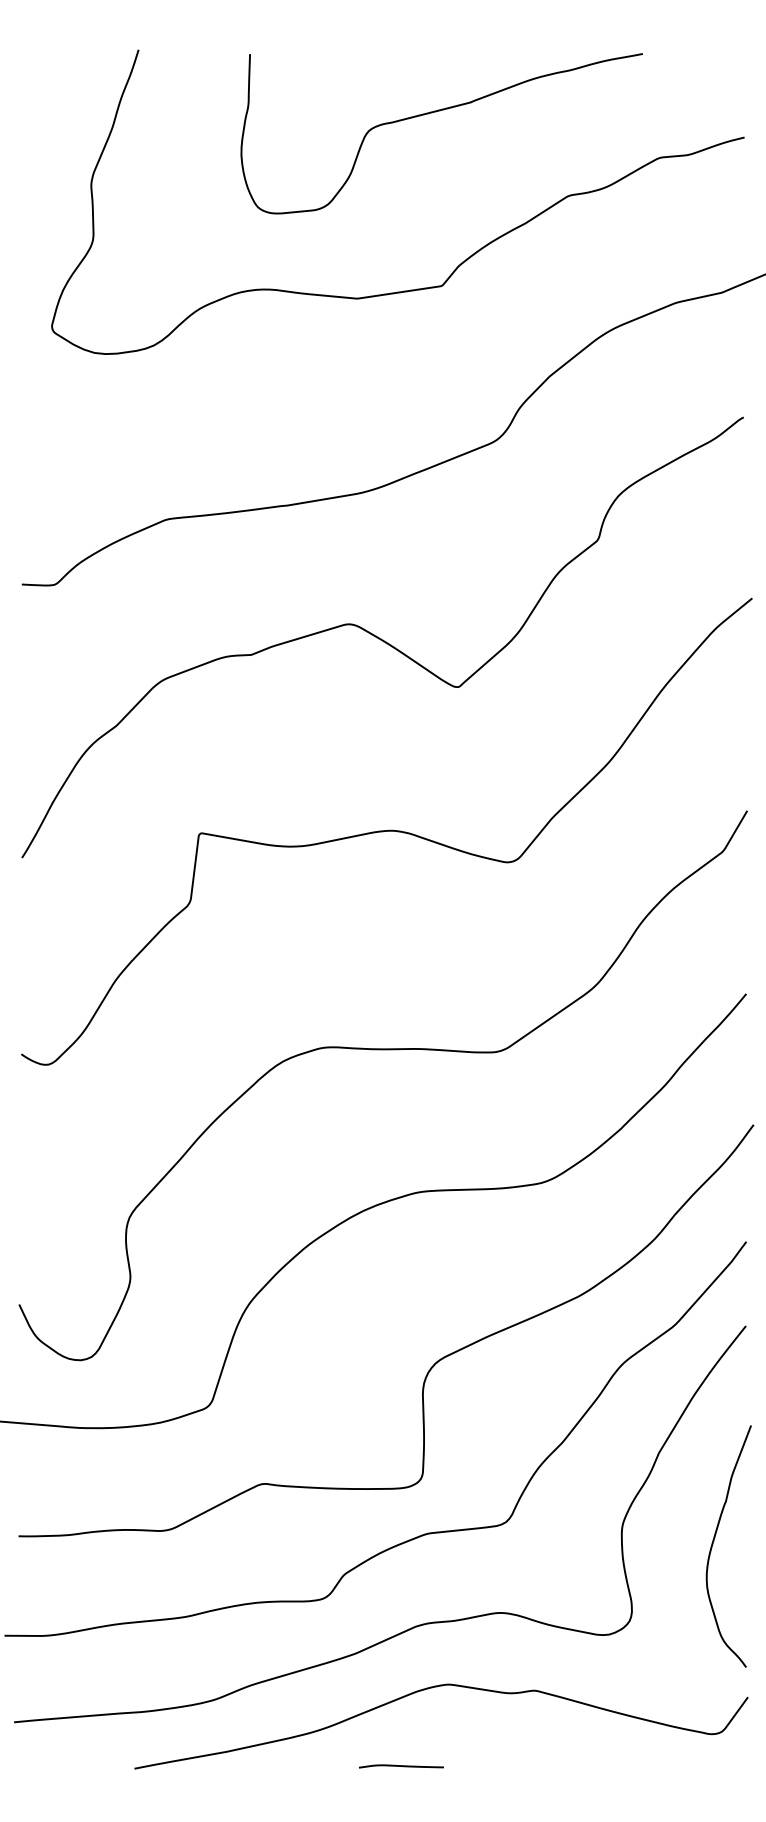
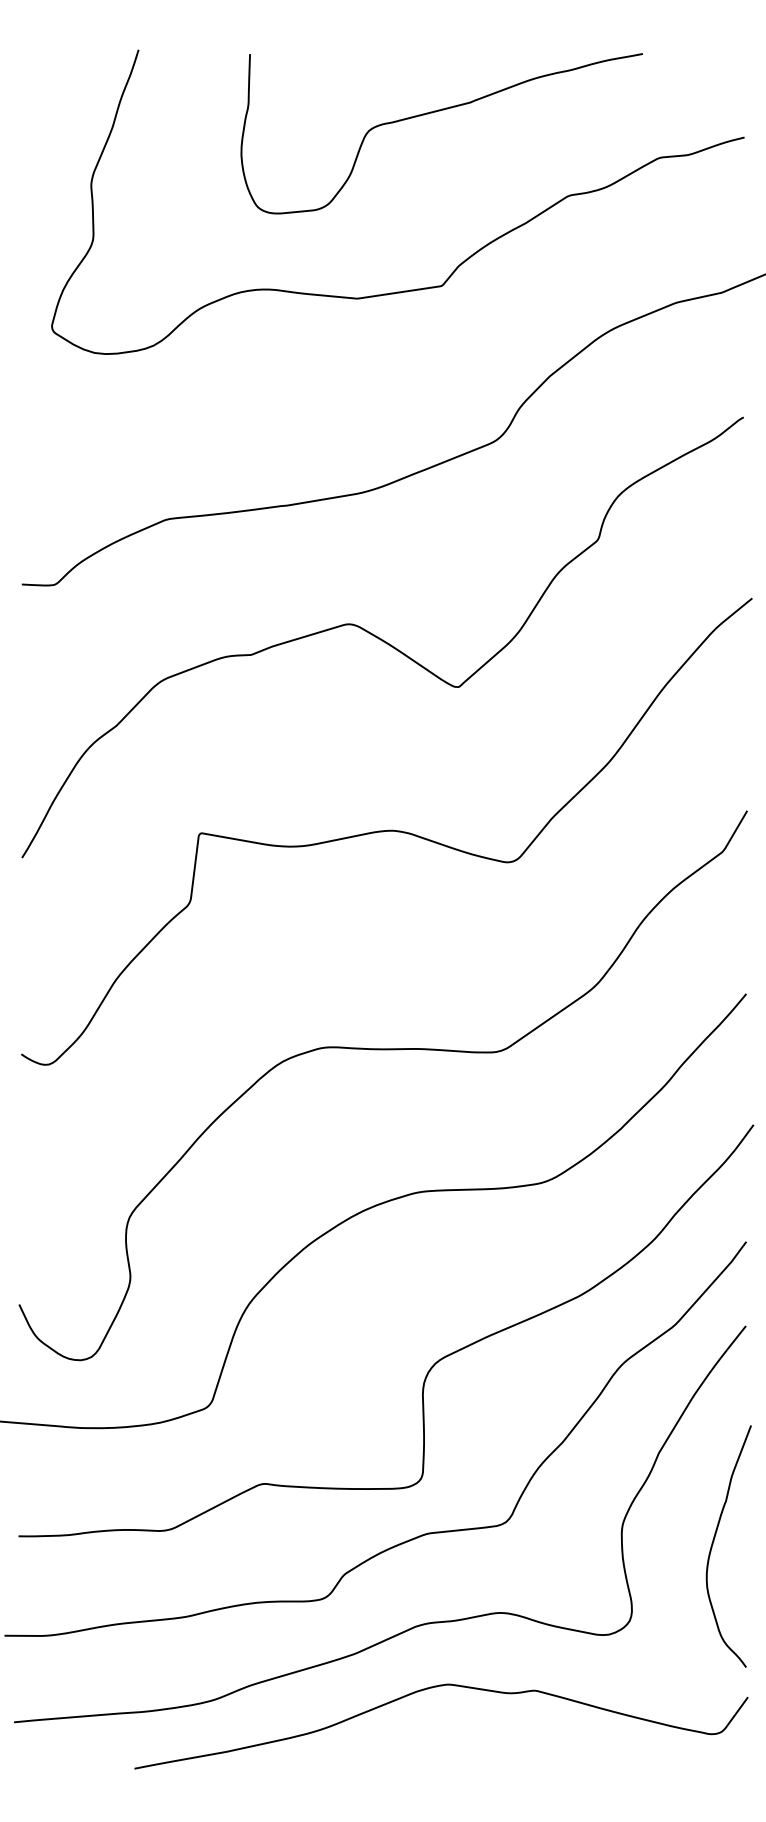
curve at (401, 1766): present -> none
